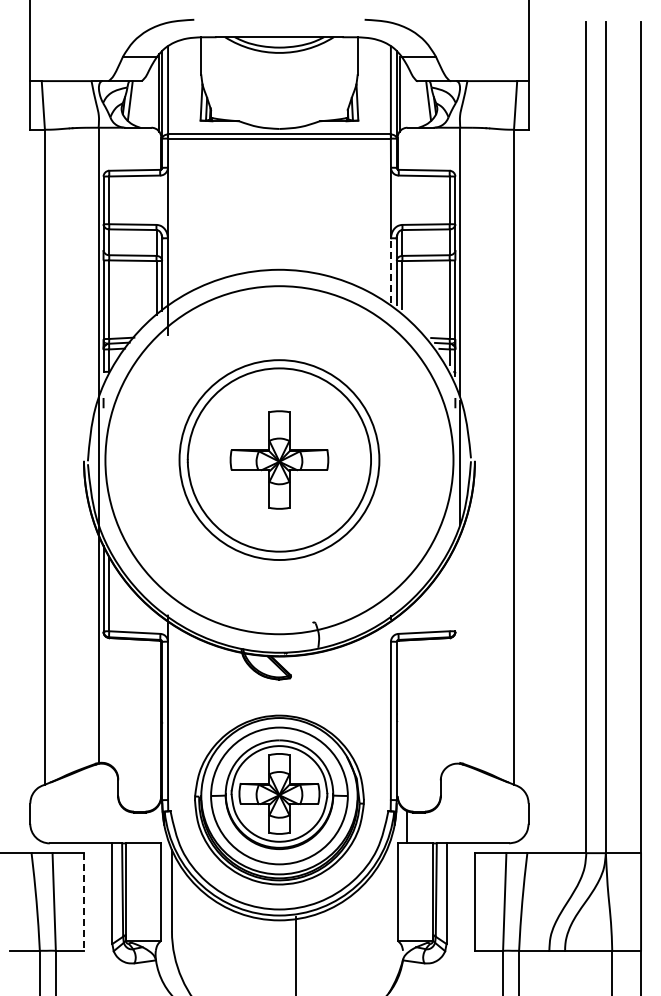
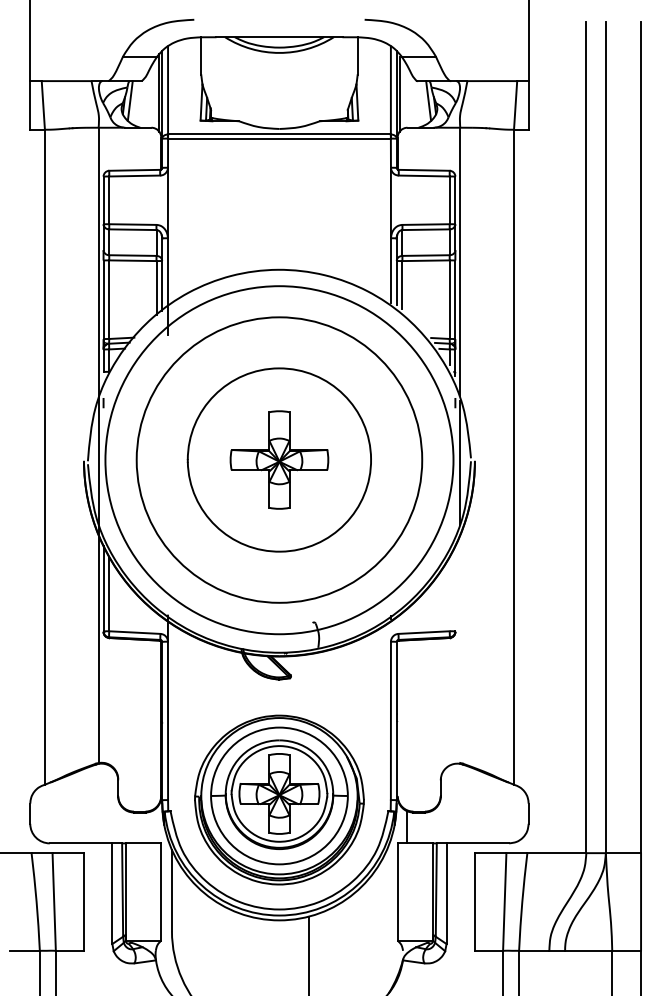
line at (390, 269): dashed -> solid
circle at (279, 460) diameter: 200 px -> 286 px
line at (84, 902): dashed -> solid
line at (295, 954) position: (295, 954) -> (308, 954)
